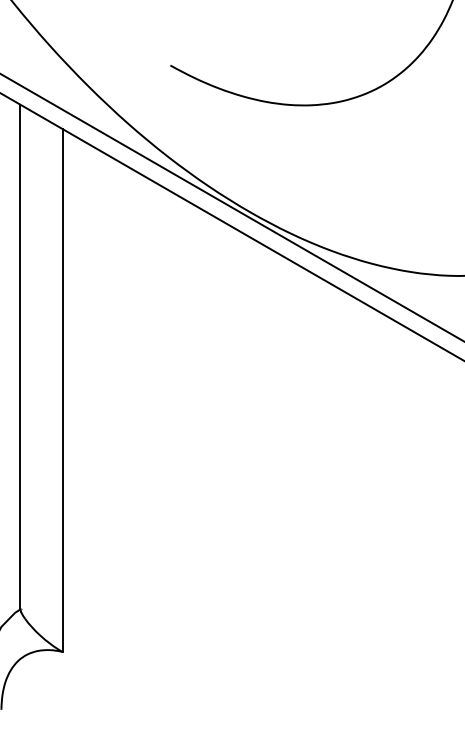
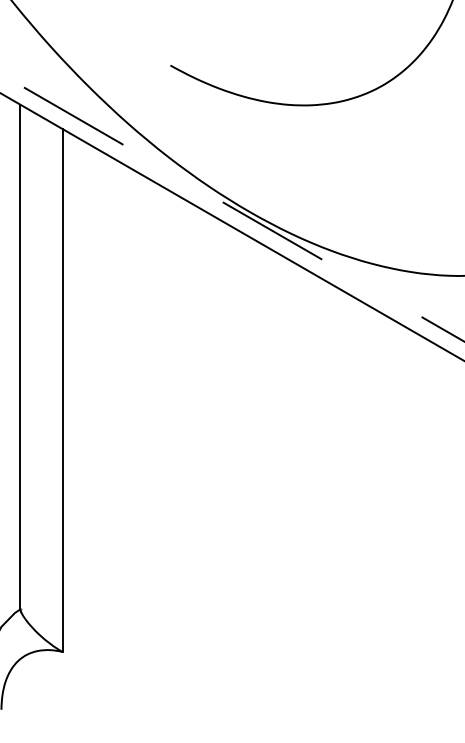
line at (232, 207): solid -> dashed
